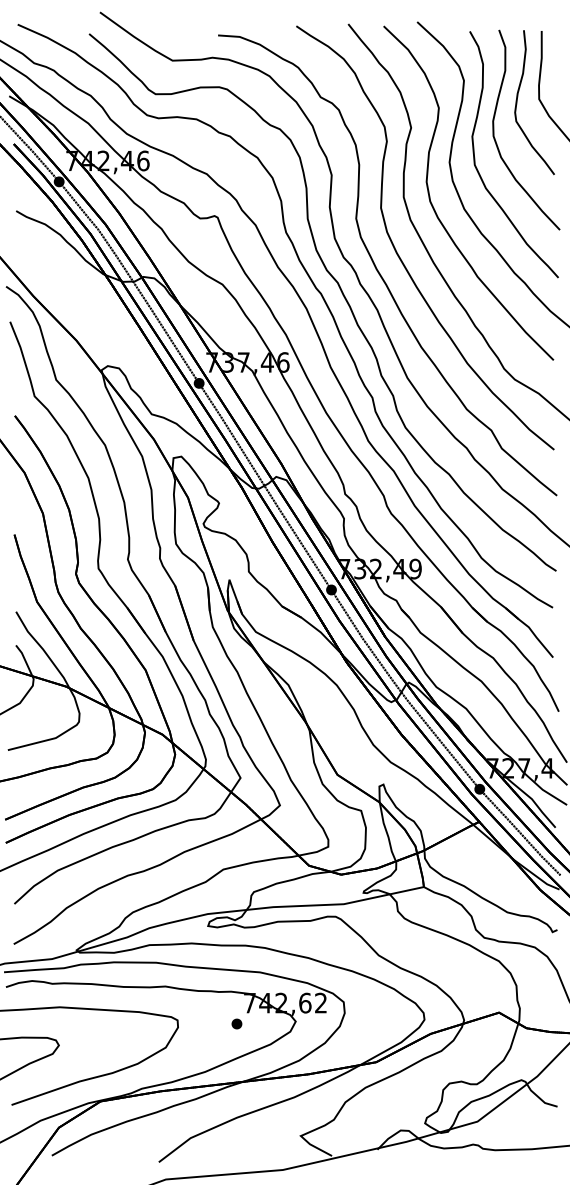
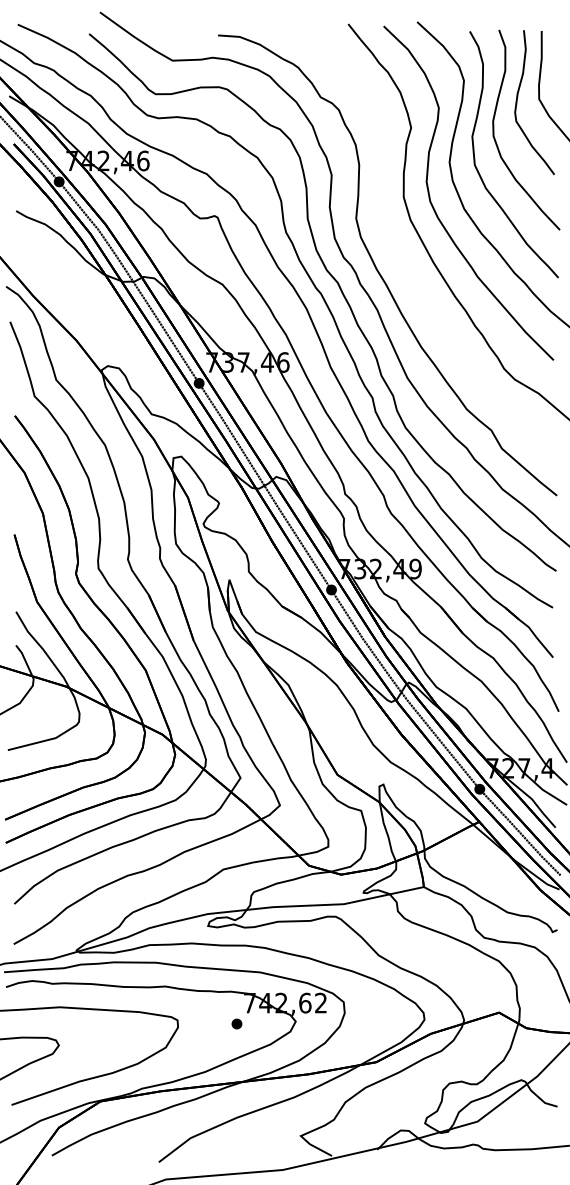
part at (397, 251): present -> none
